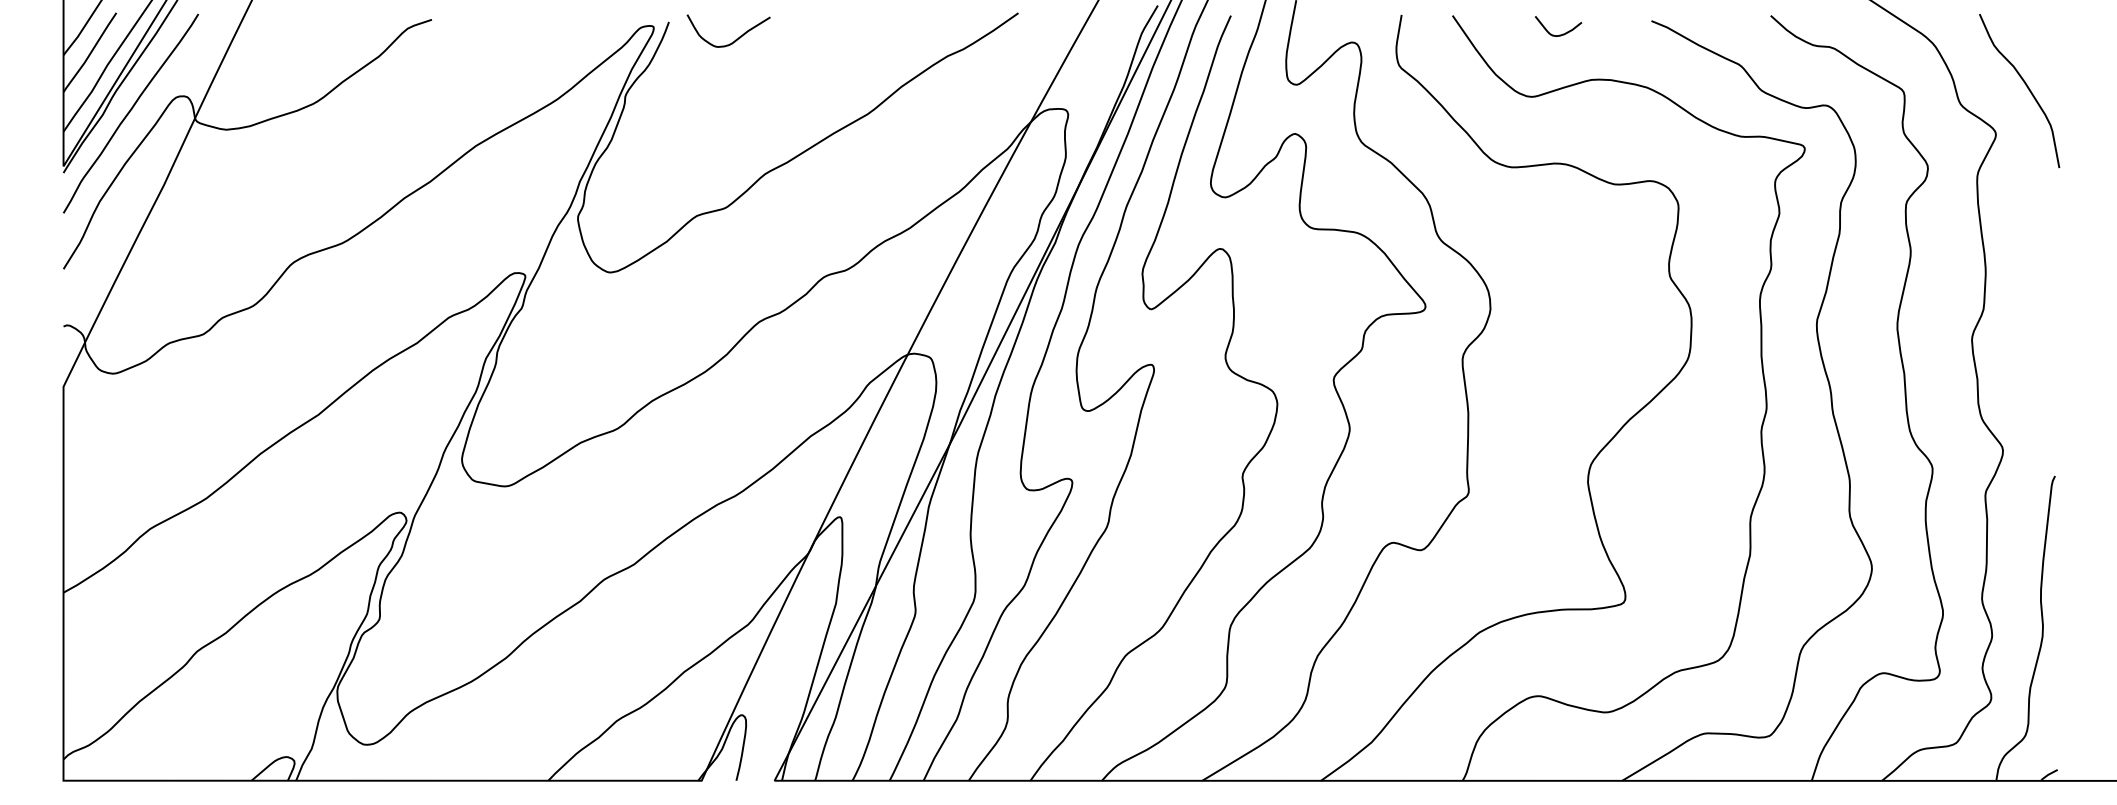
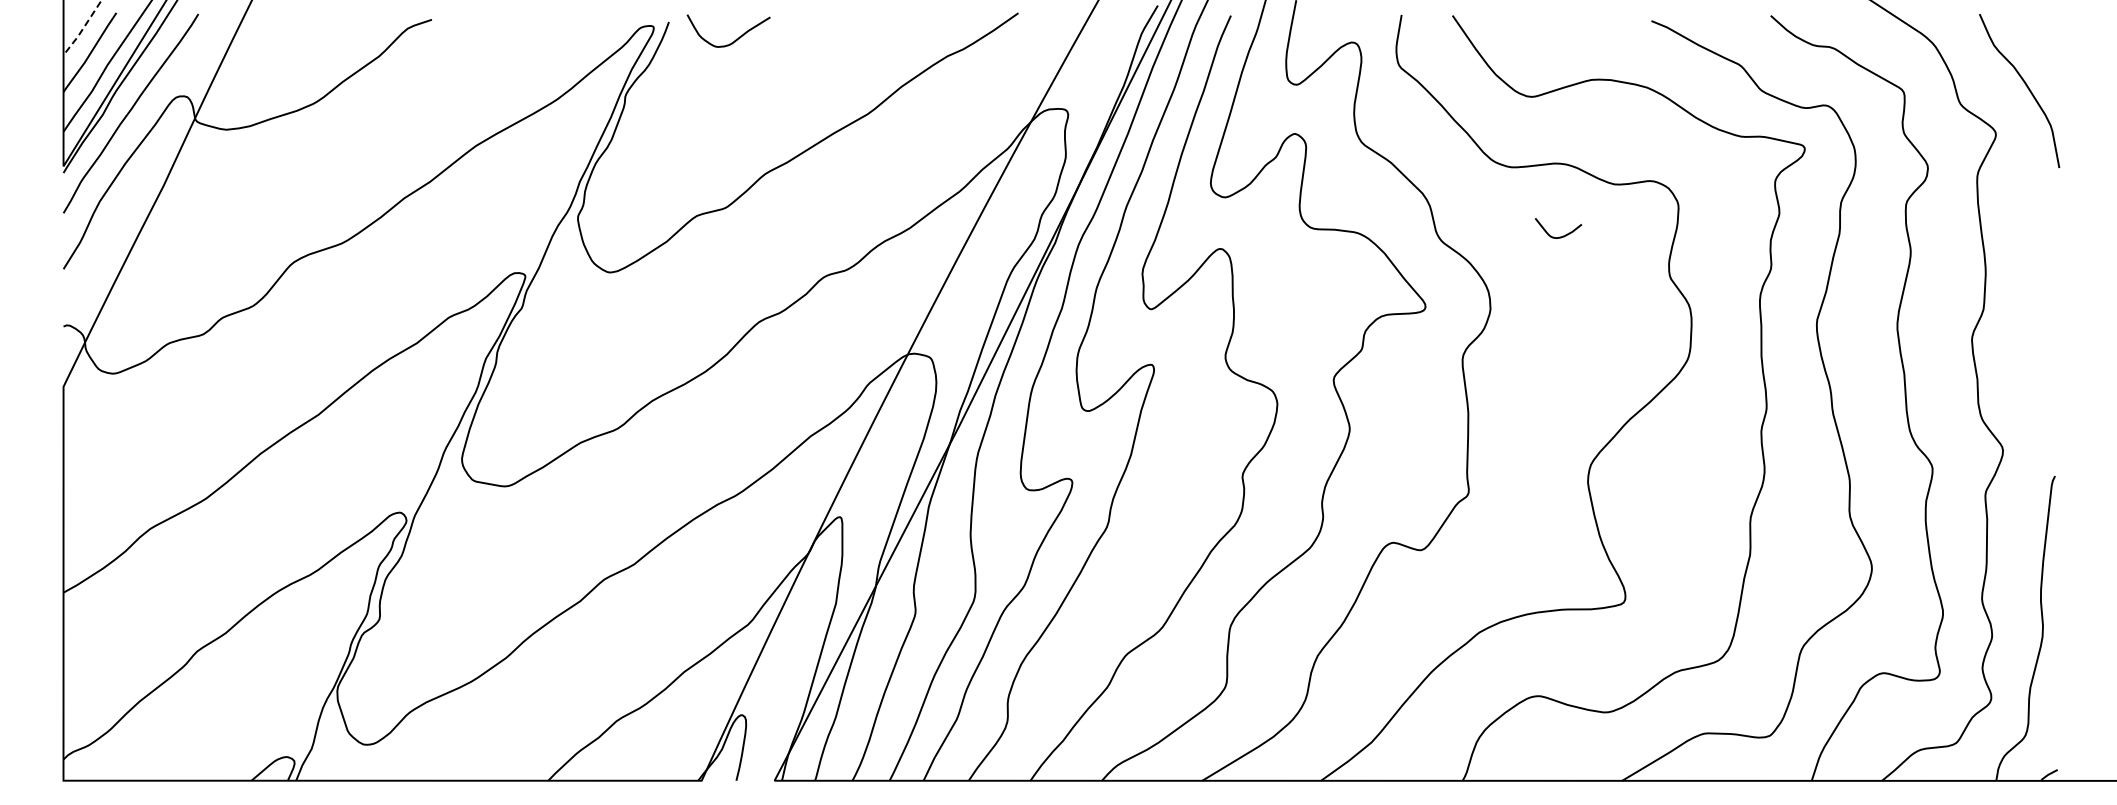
line at (82, 29): solid -> dashed
curve at (1559, 34) position: (1559, 34) -> (1559, 236)
